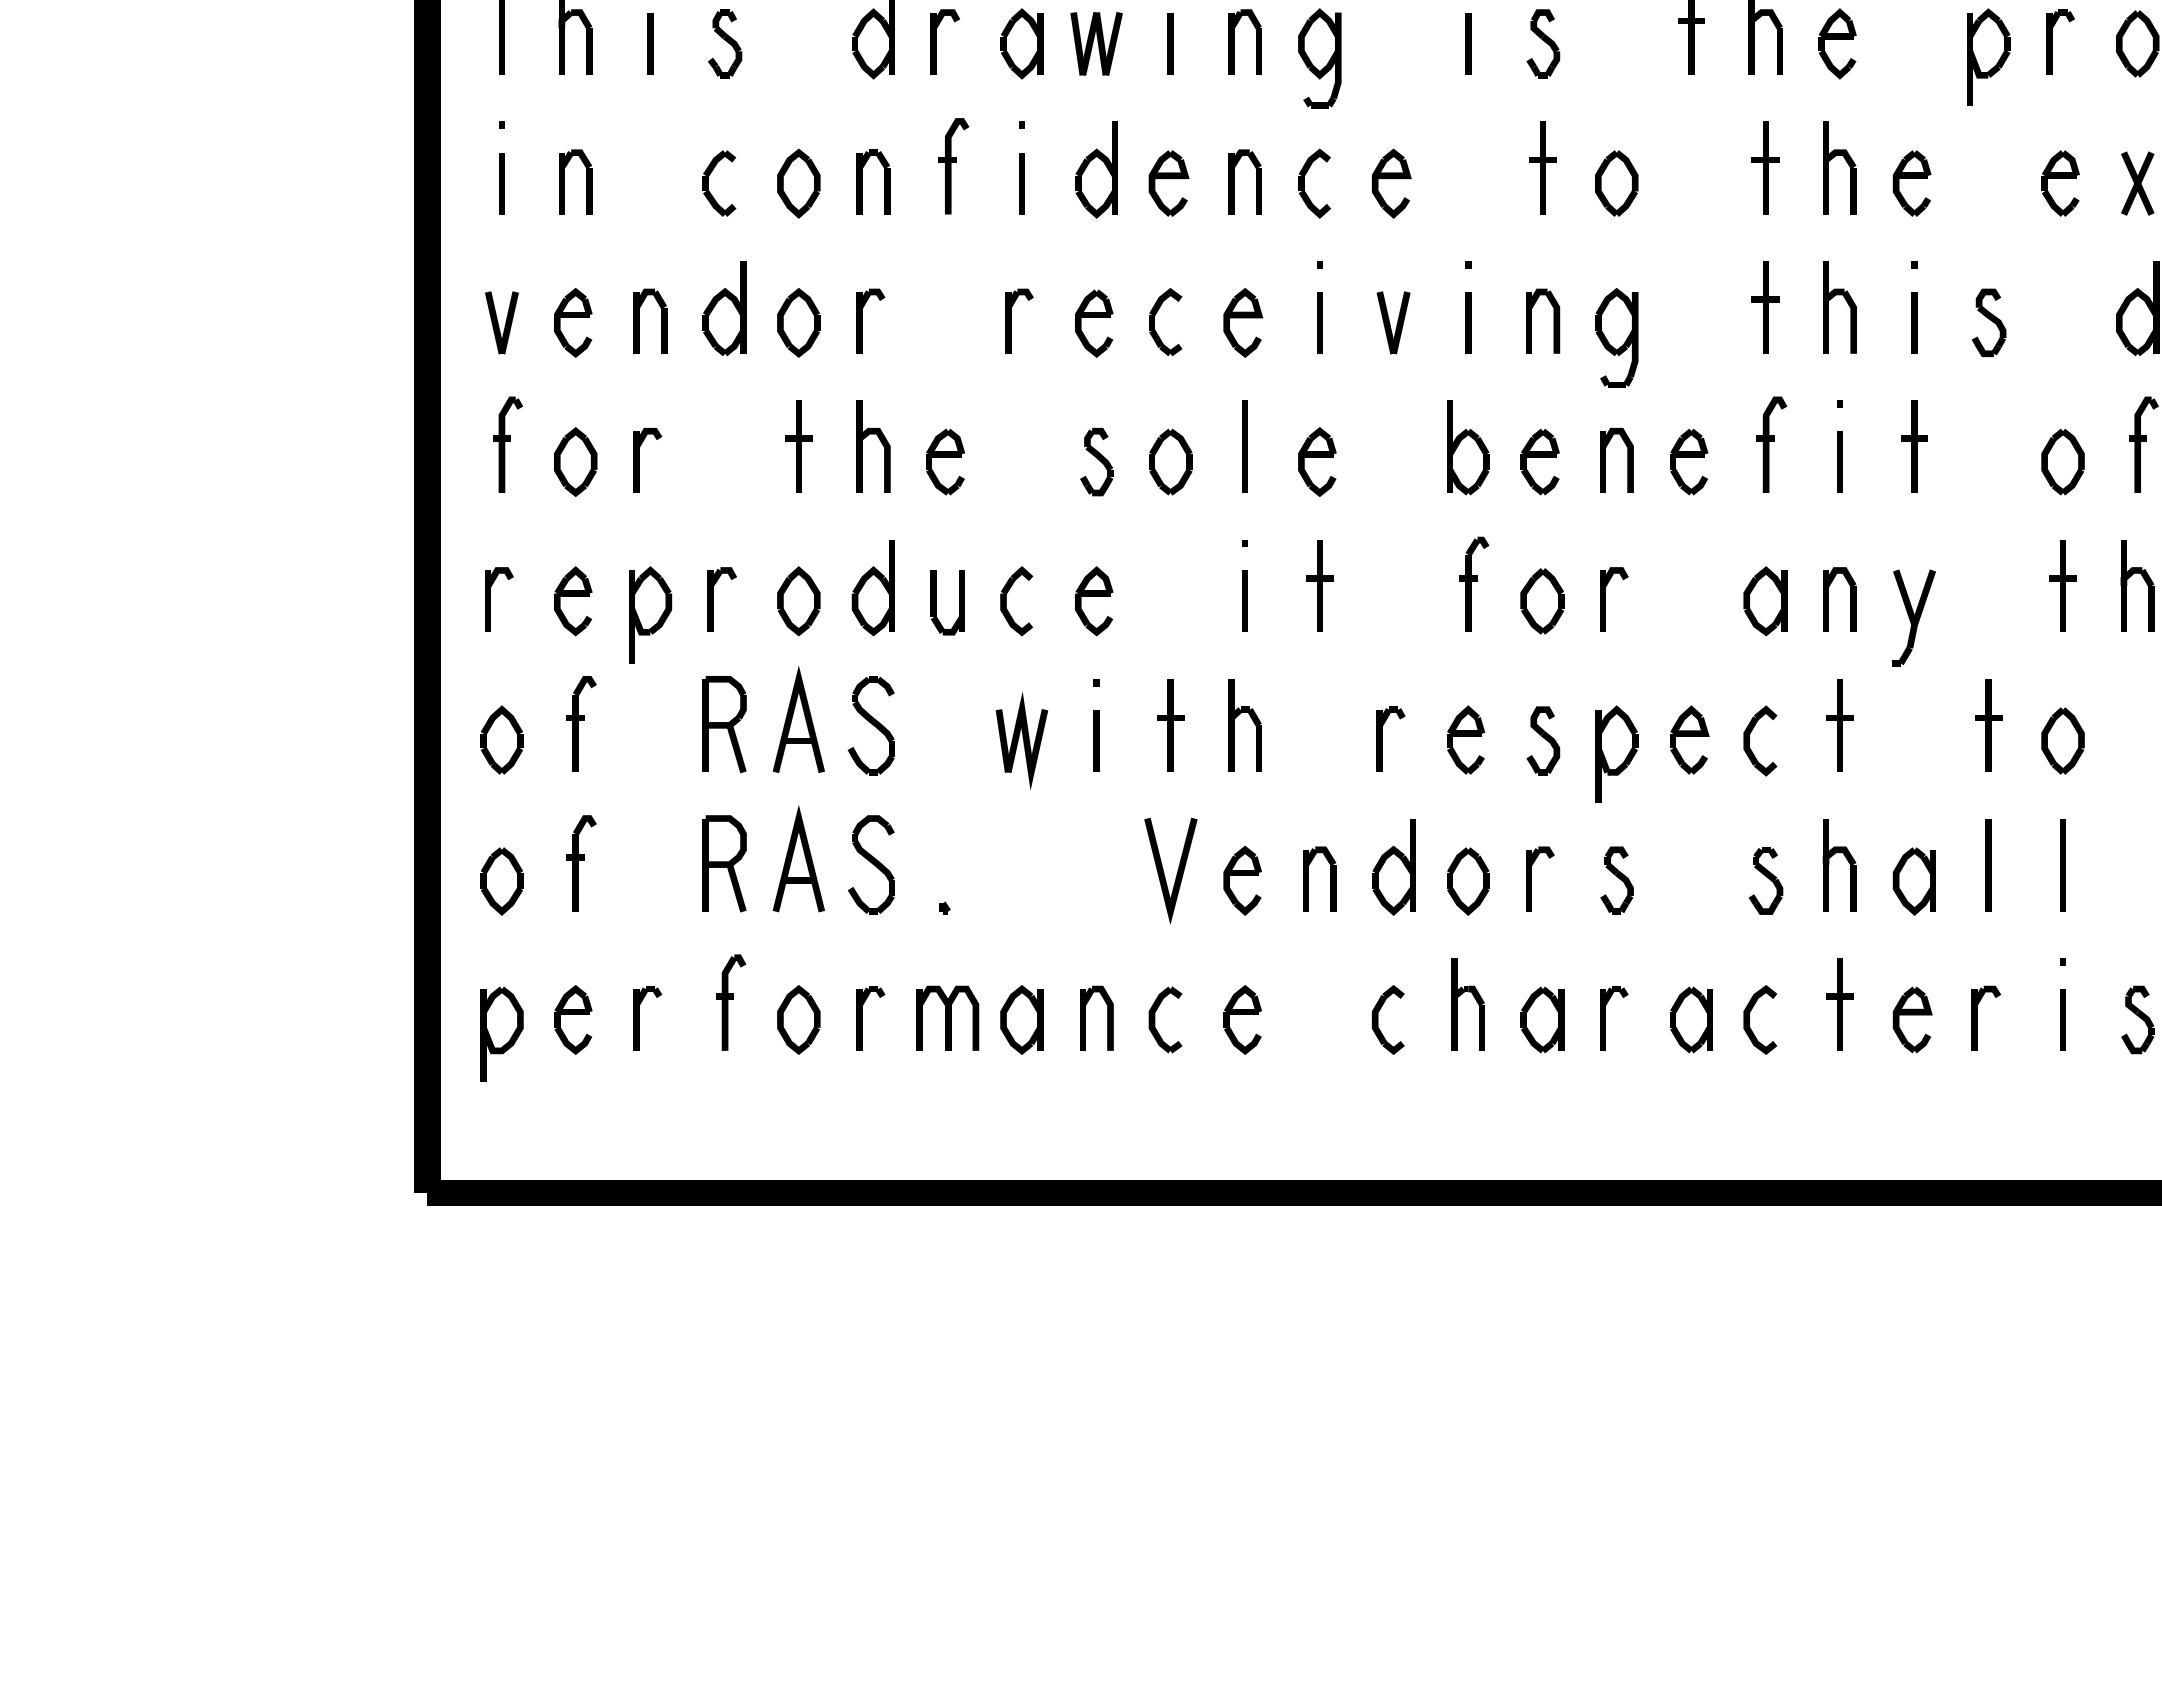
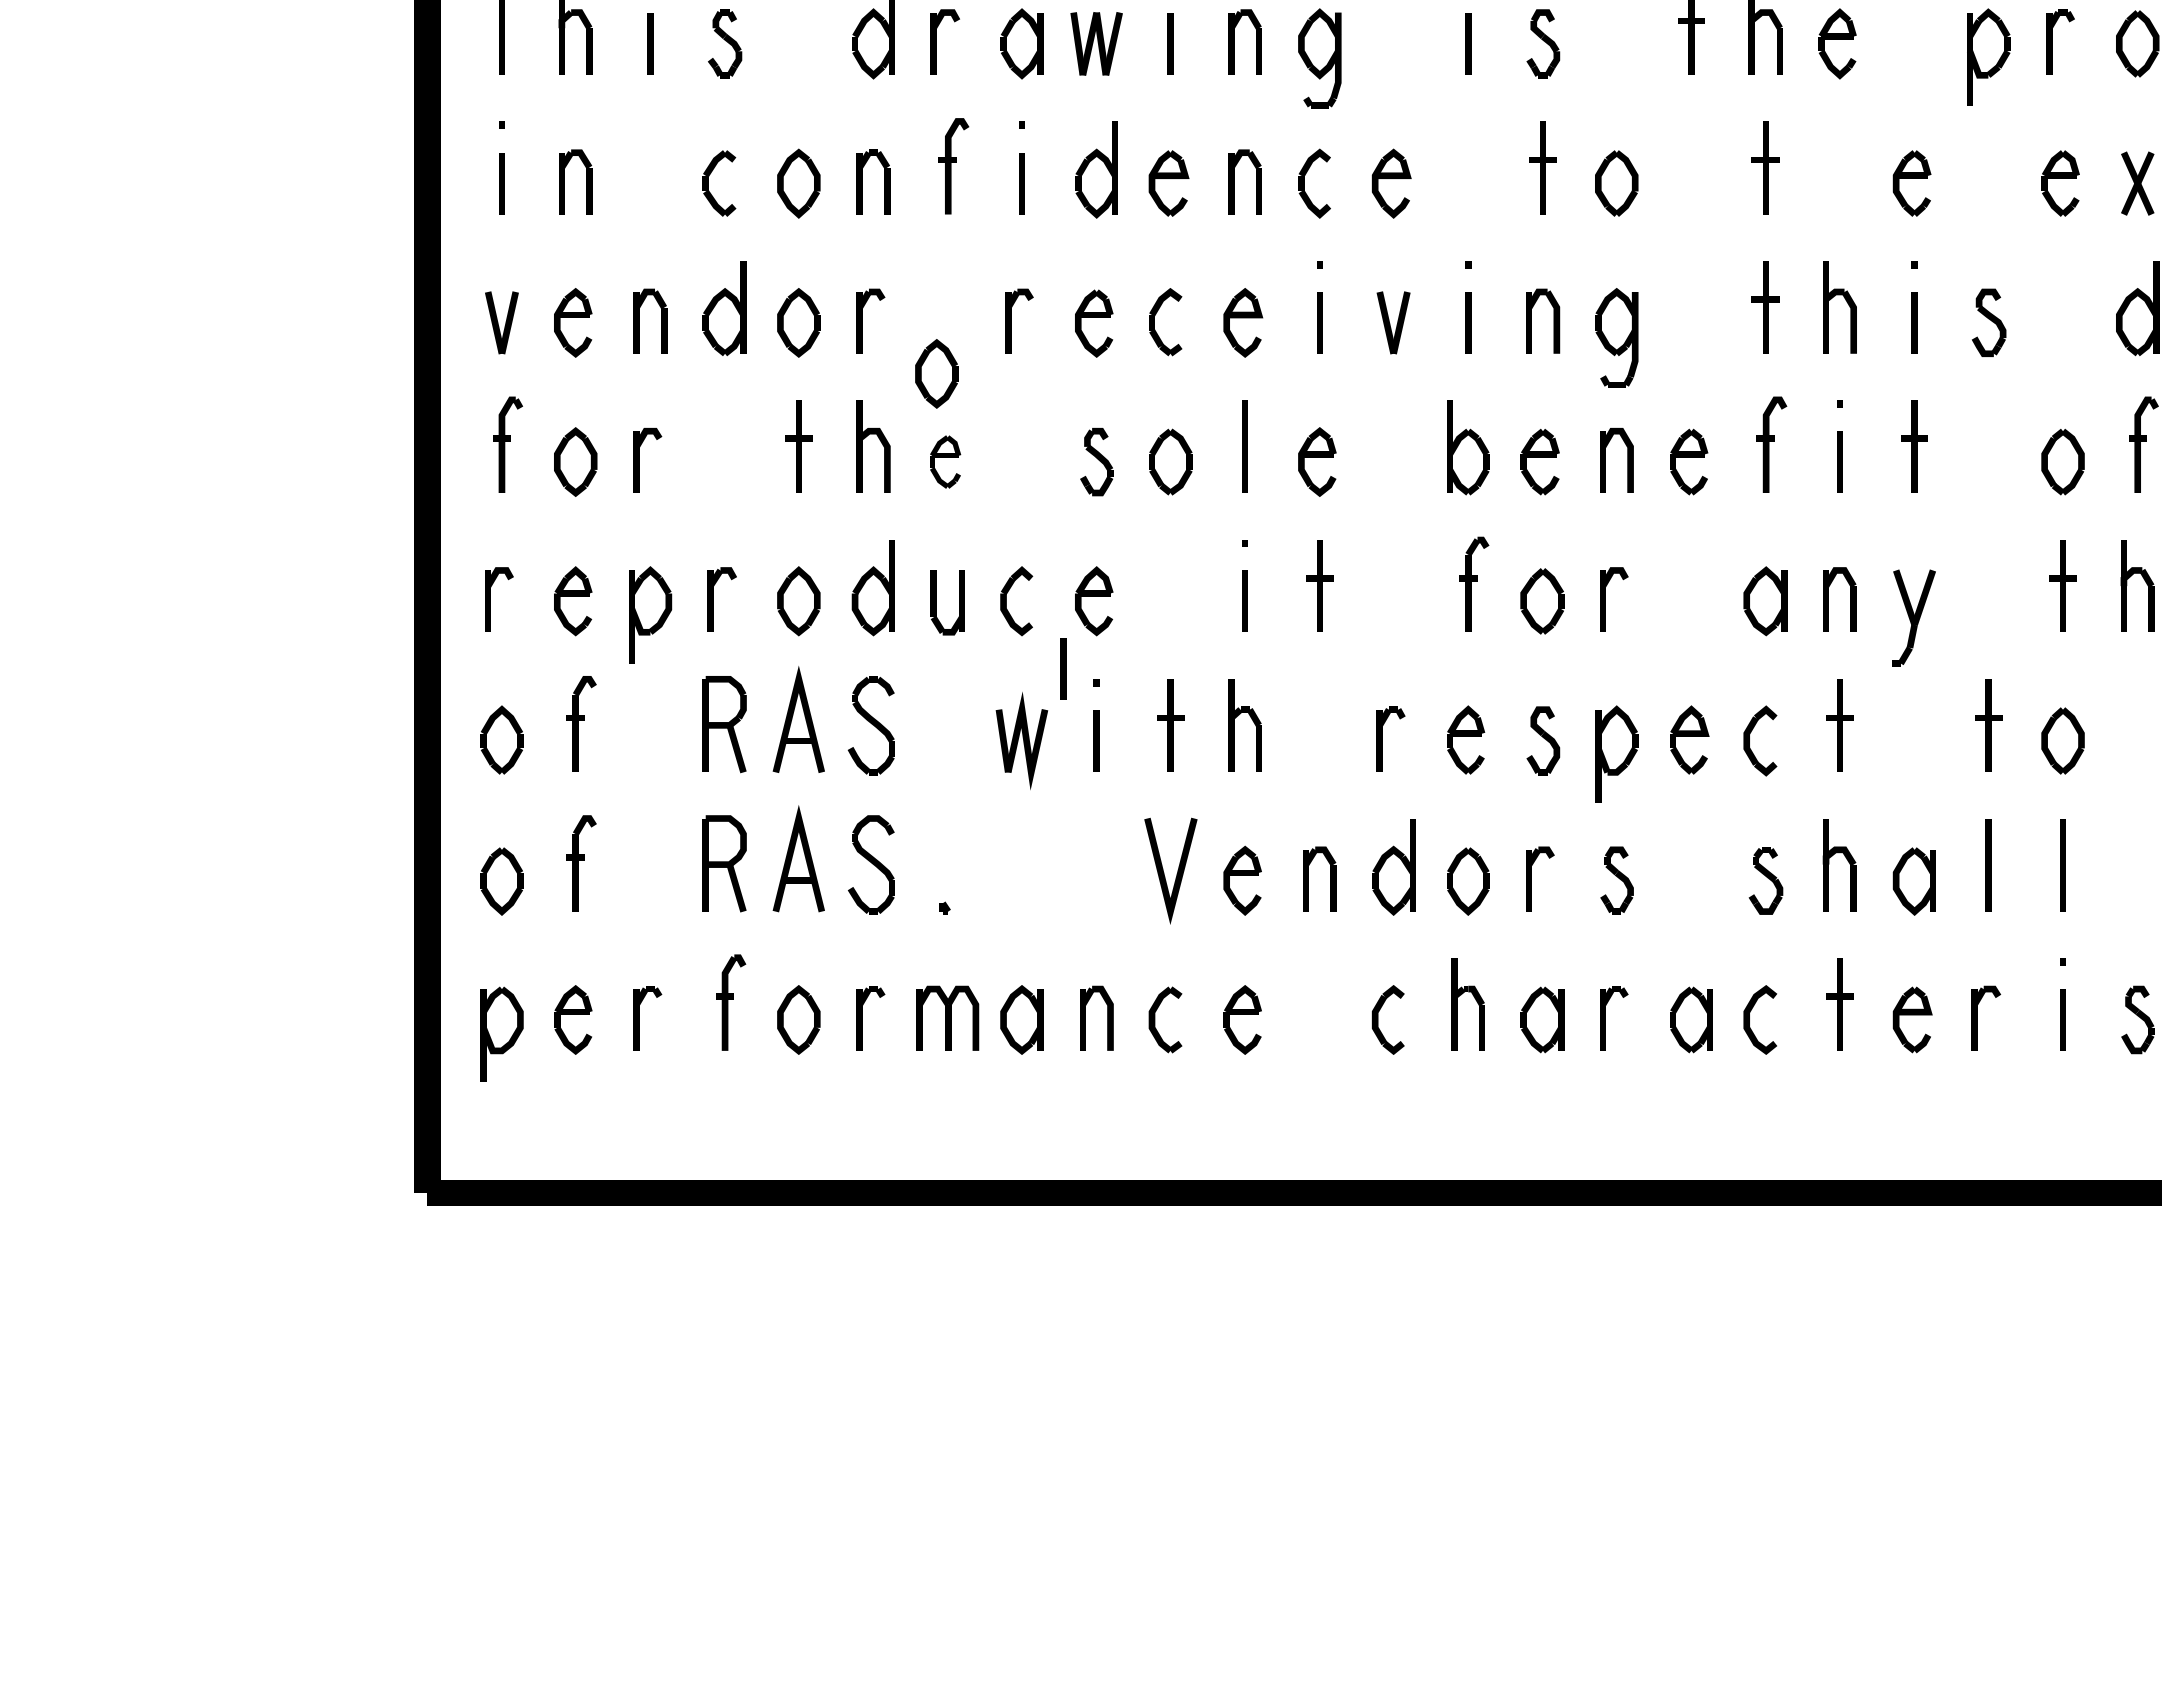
part at (1846, 162): present -> none
part at (936, 373): none -> present
part at (945, 461) size: 39x68 px -> 32x54 px
line at (1063, 668): none -> present
